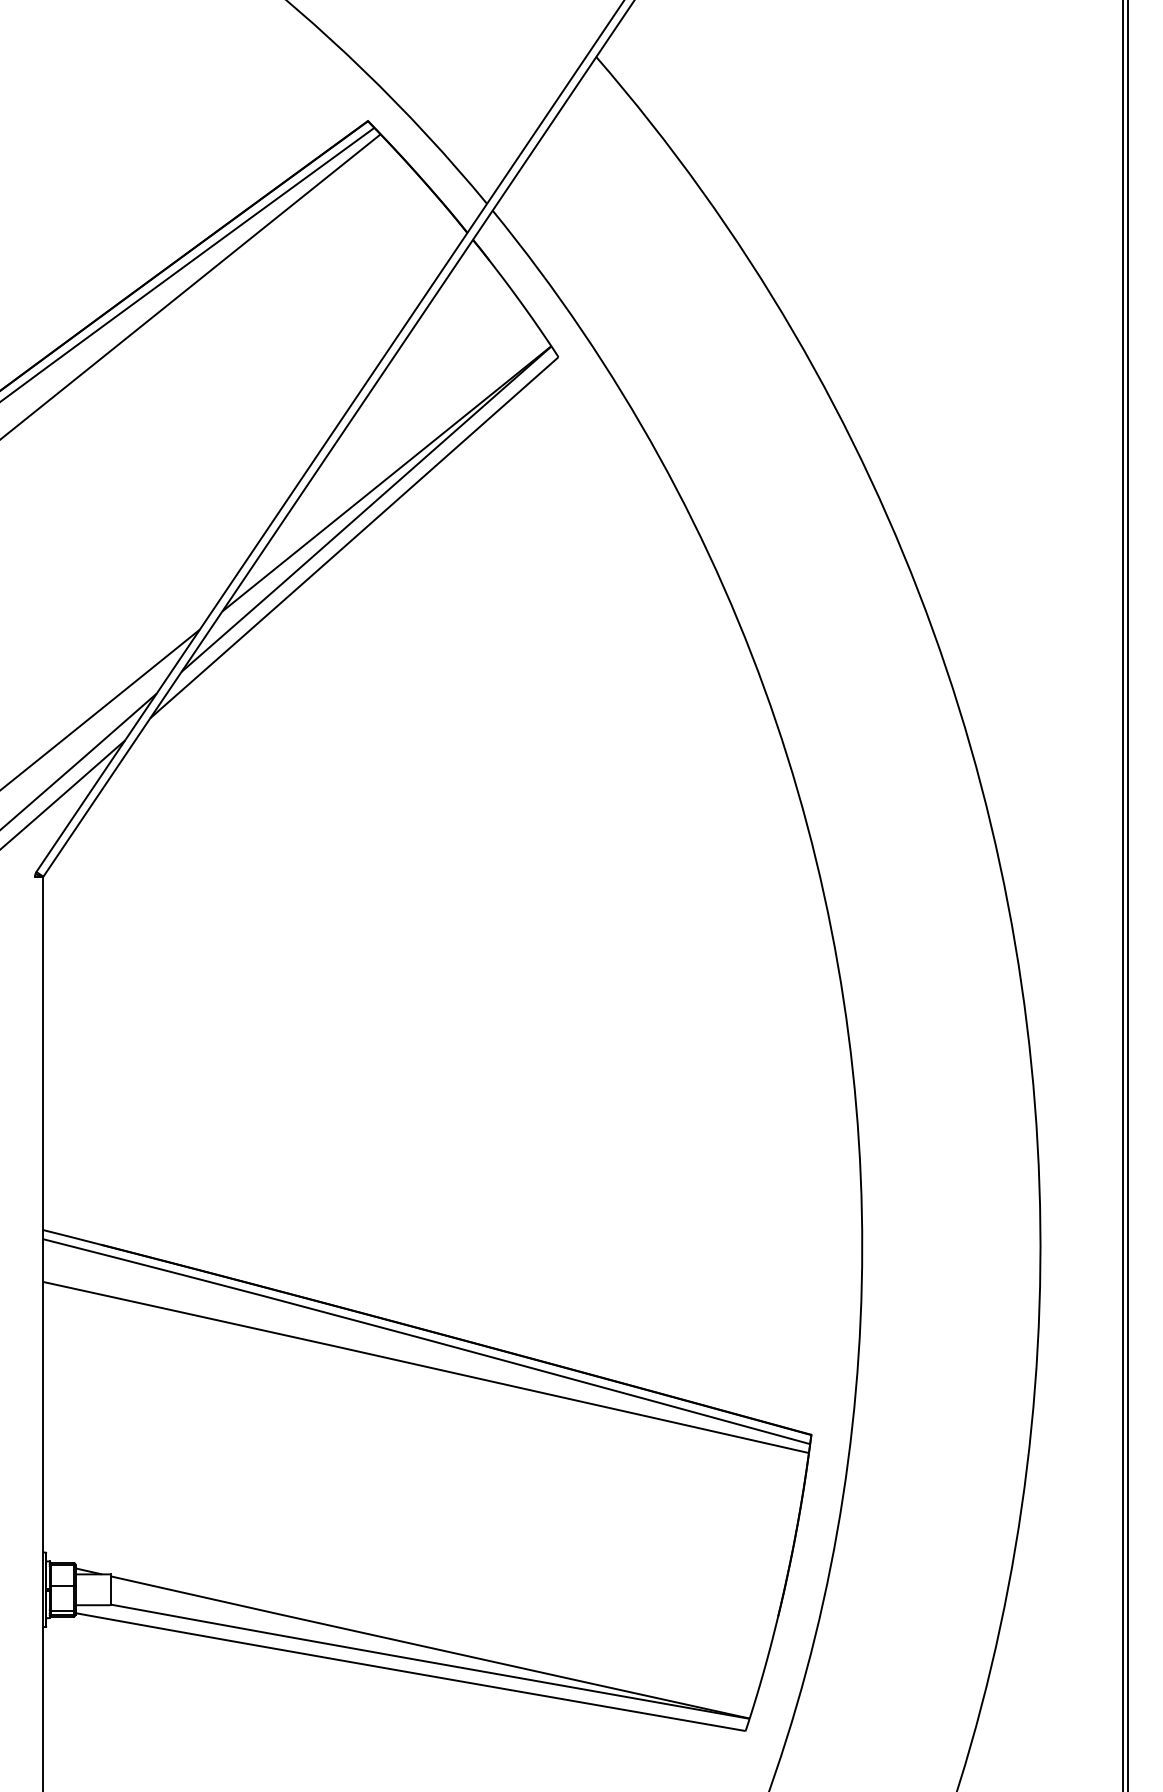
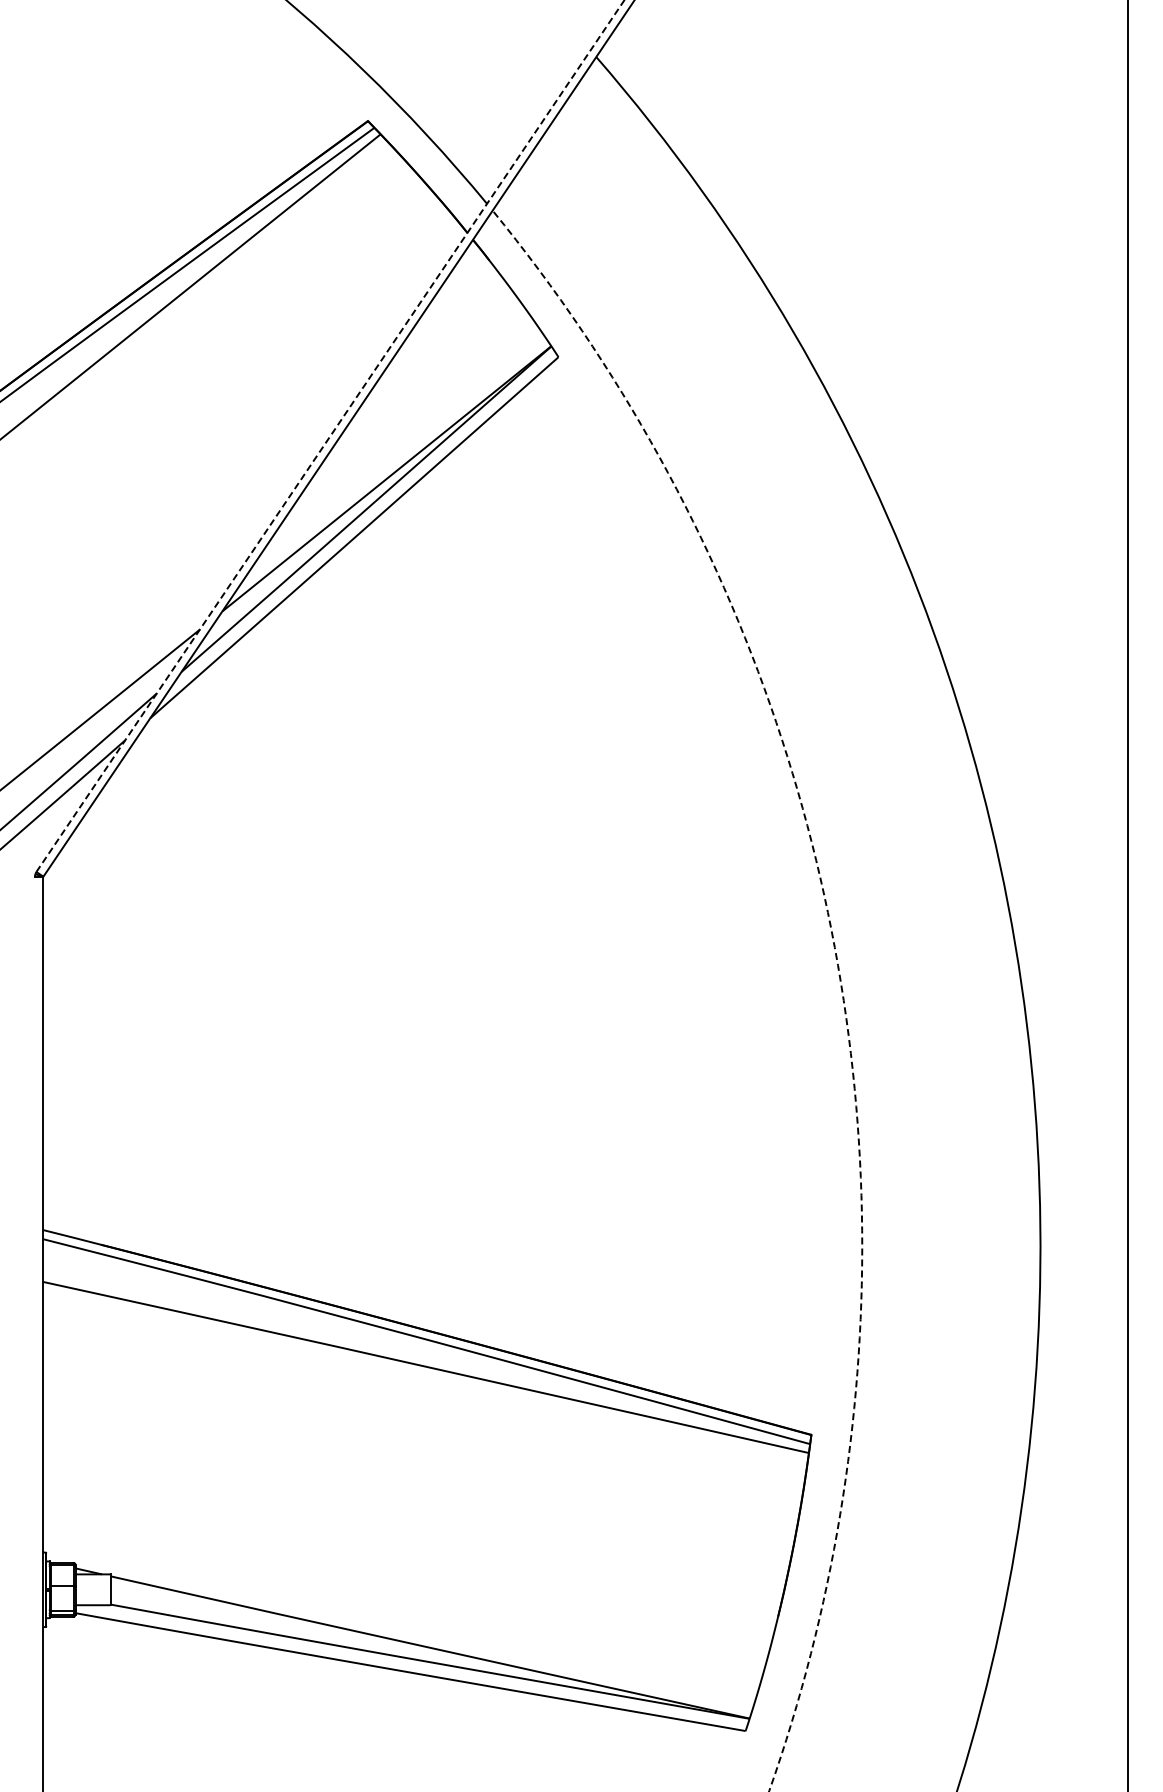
line at (330, 436): solid -> dashed
line at (1123, 895): present -> none
arc at (837, 965): solid -> dashed
